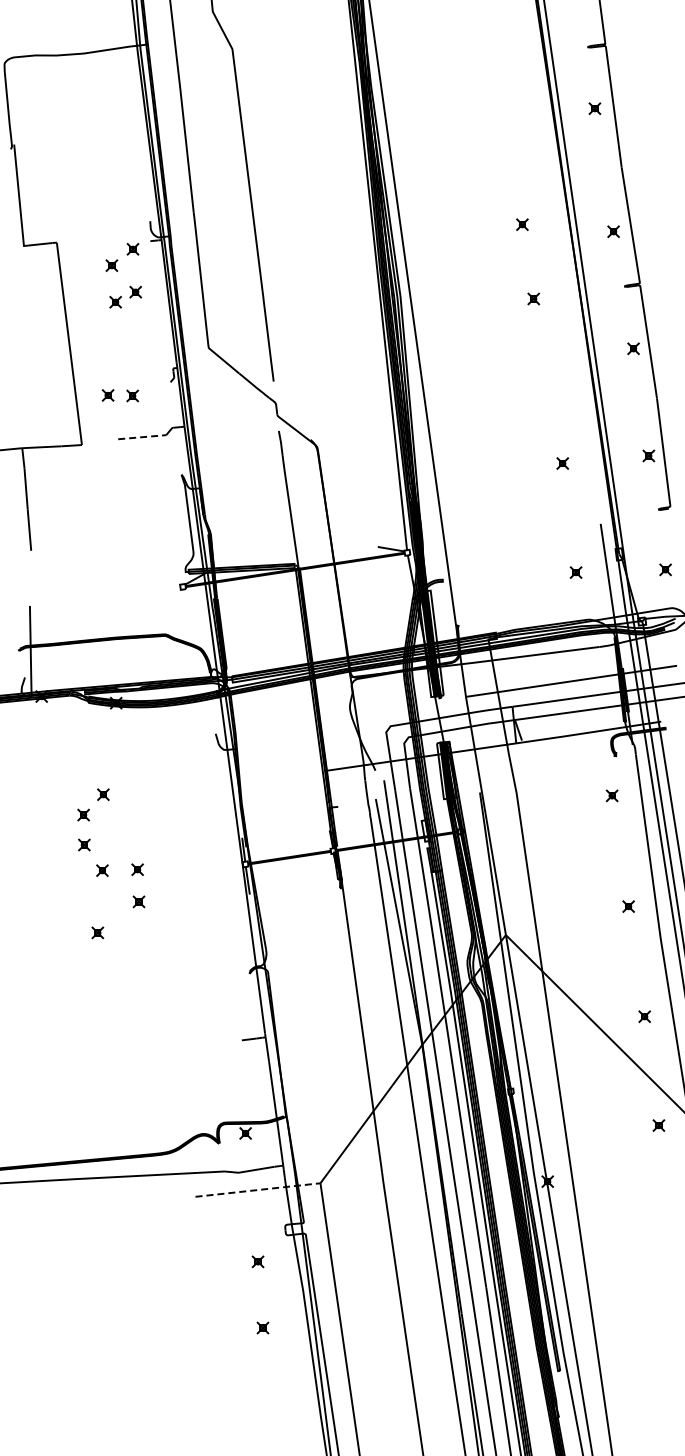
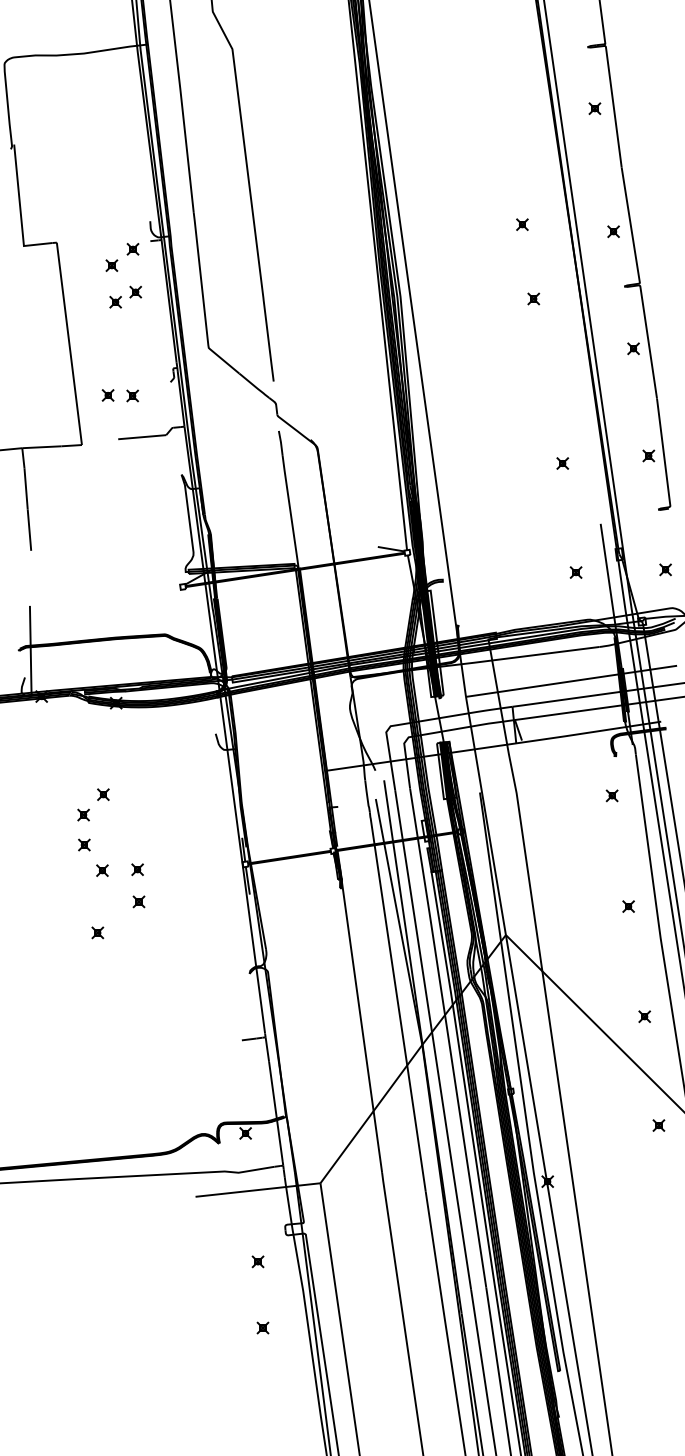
line at (142, 437): dashed -> solid
line at (258, 1190): dashed -> solid
